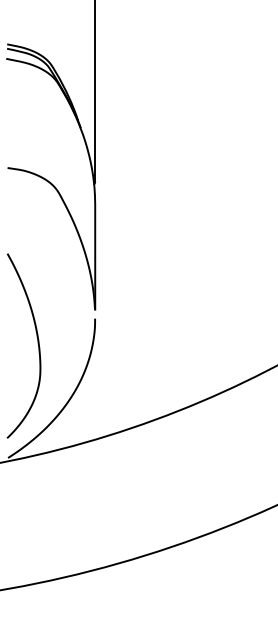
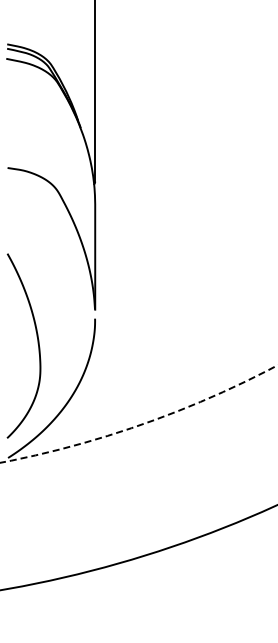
circle at (138, 413): solid -> dashed
